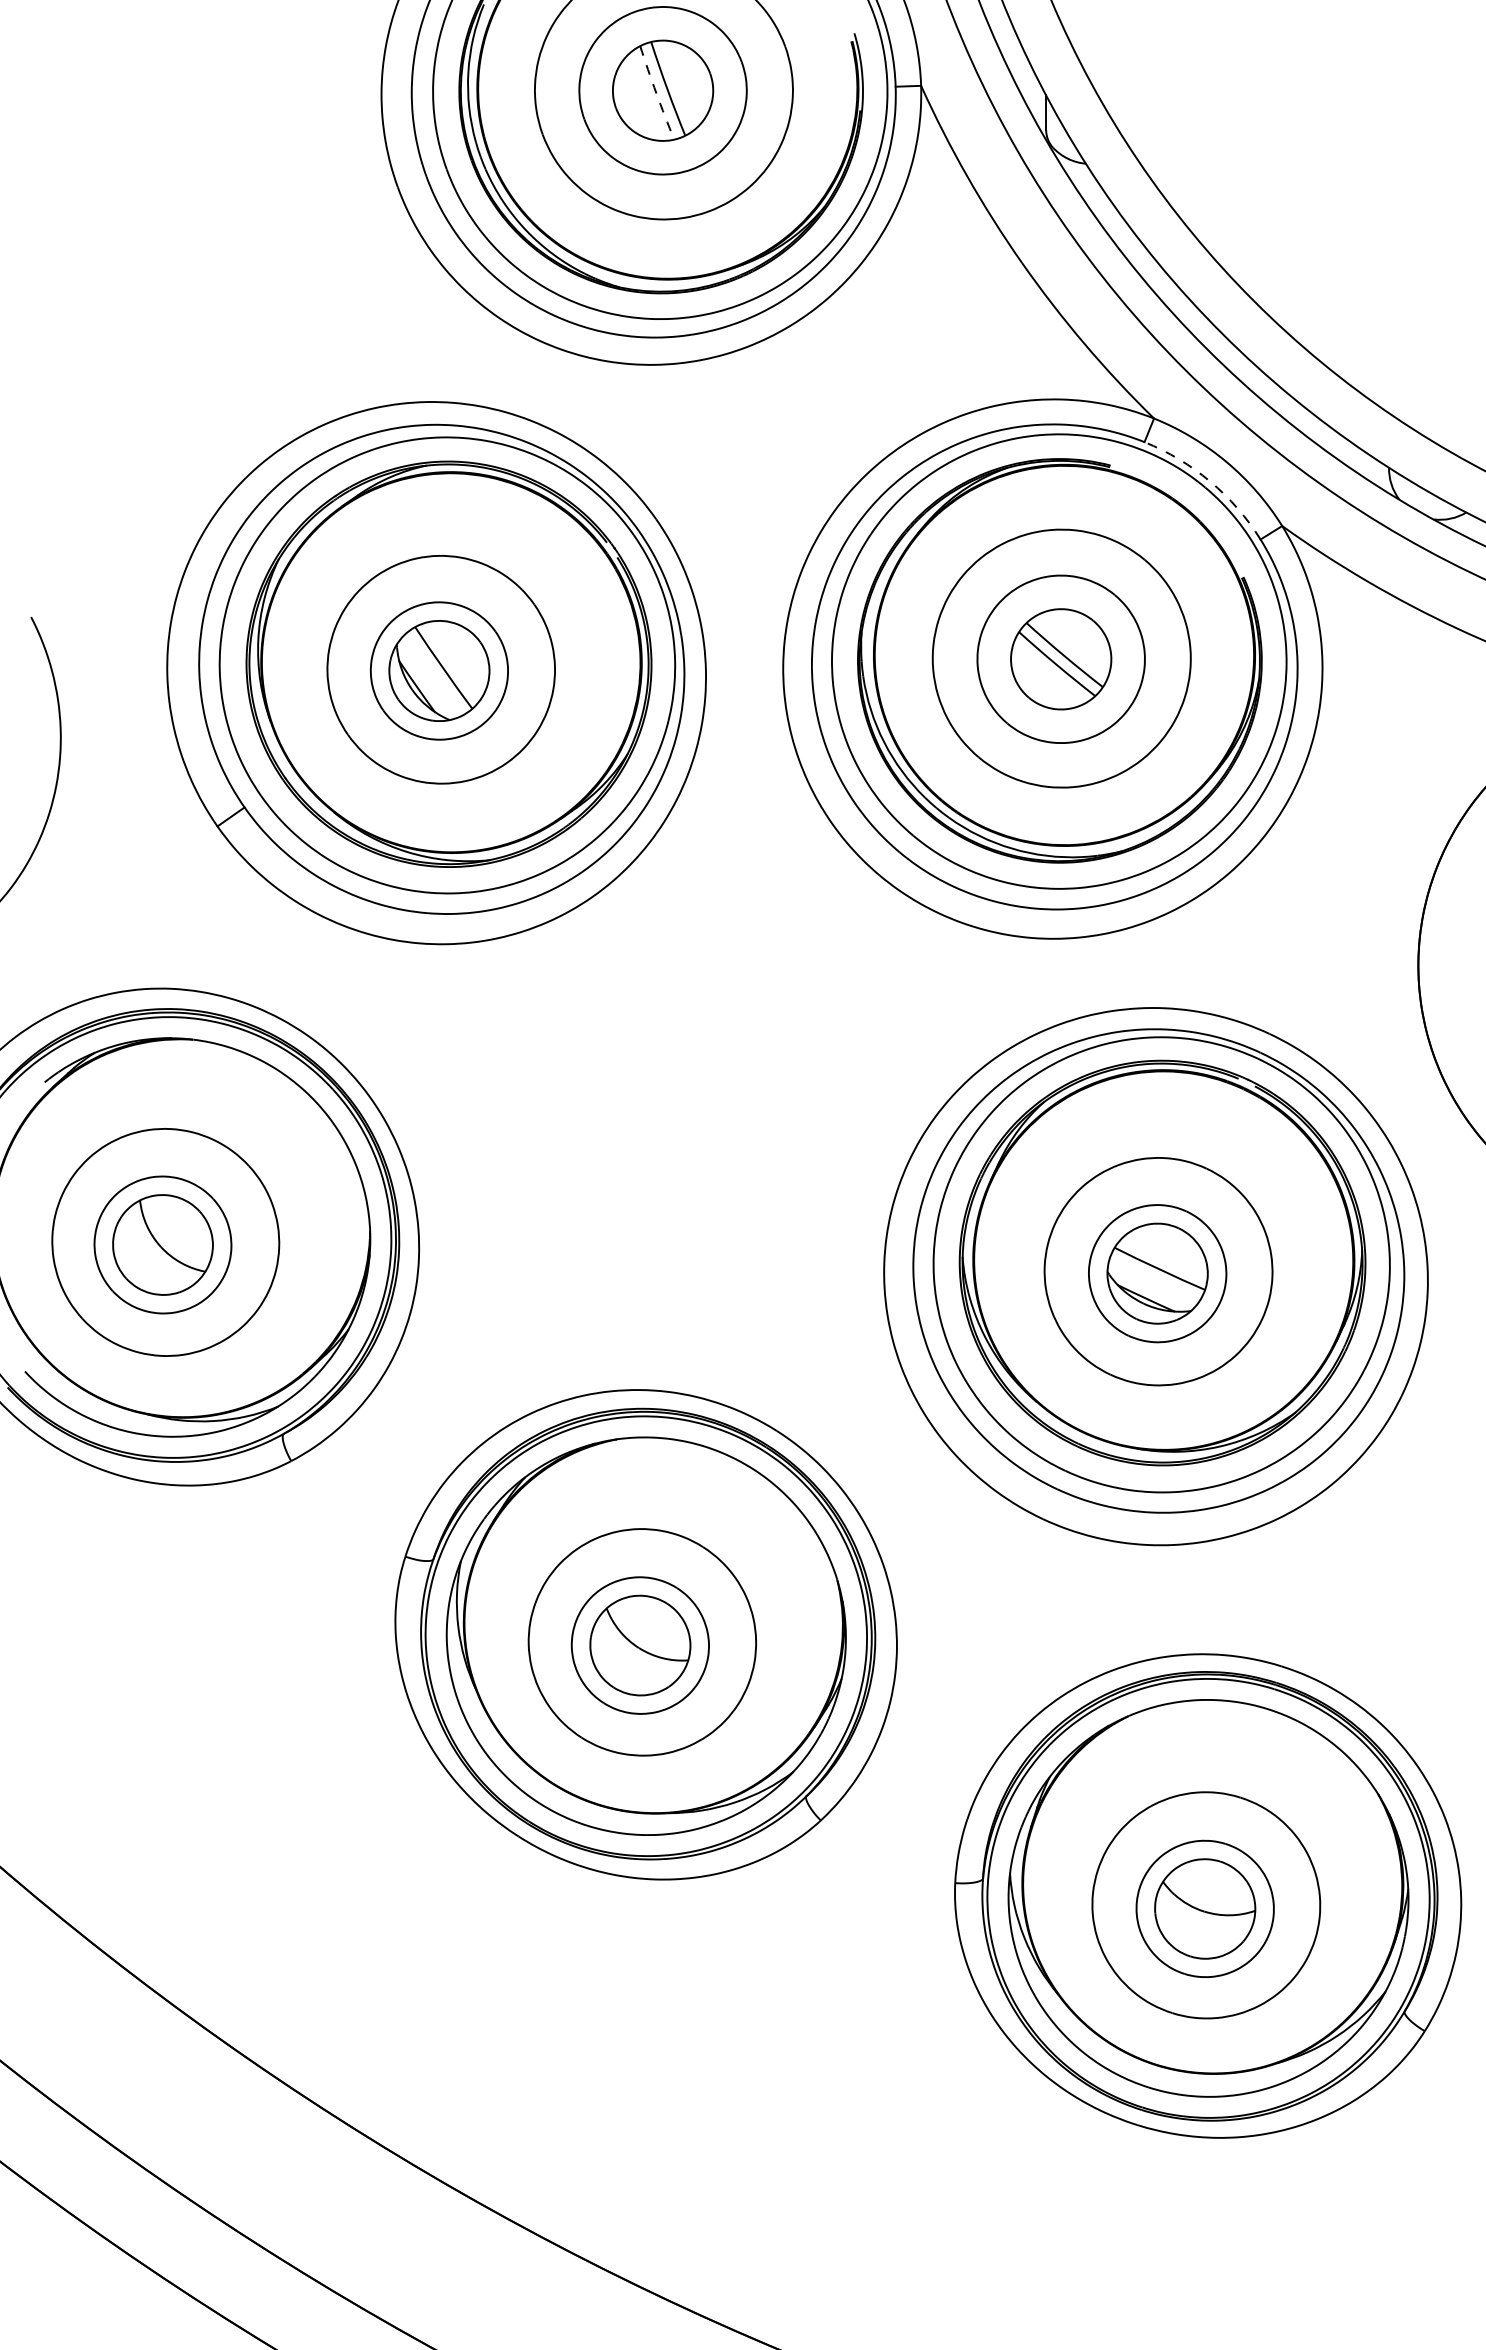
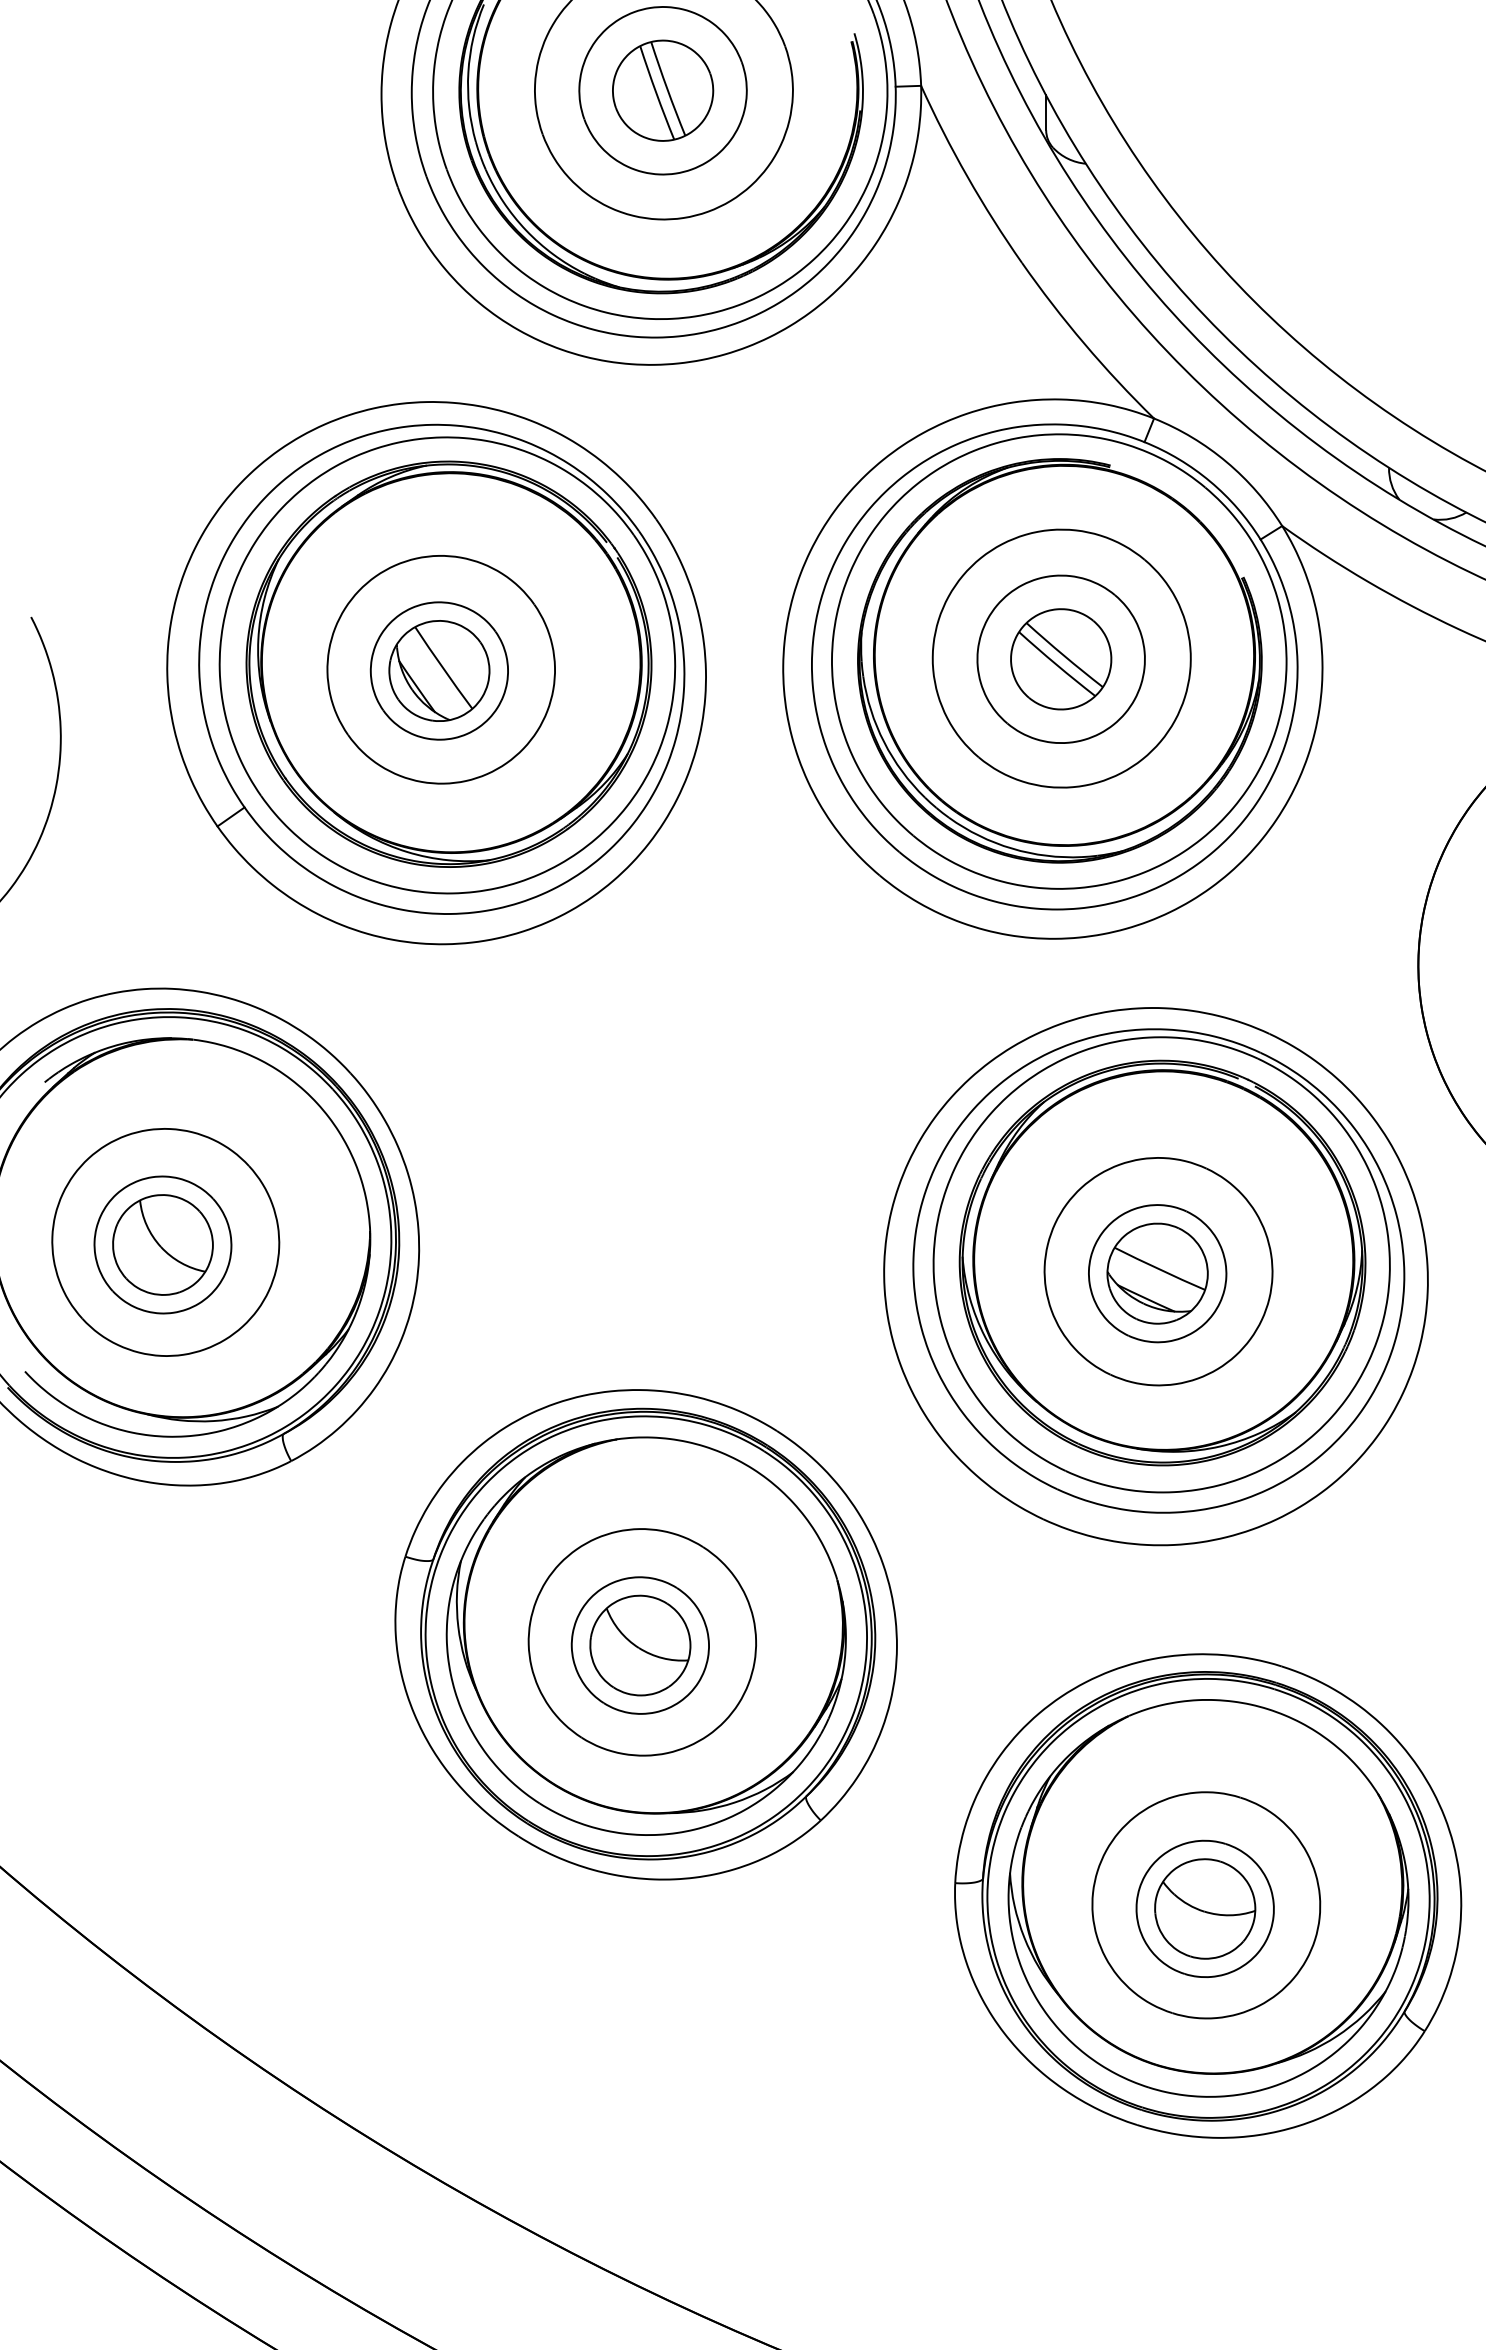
arc at (656, 93): dashed -> solid
arc at (1210, 481): dashed -> solid
